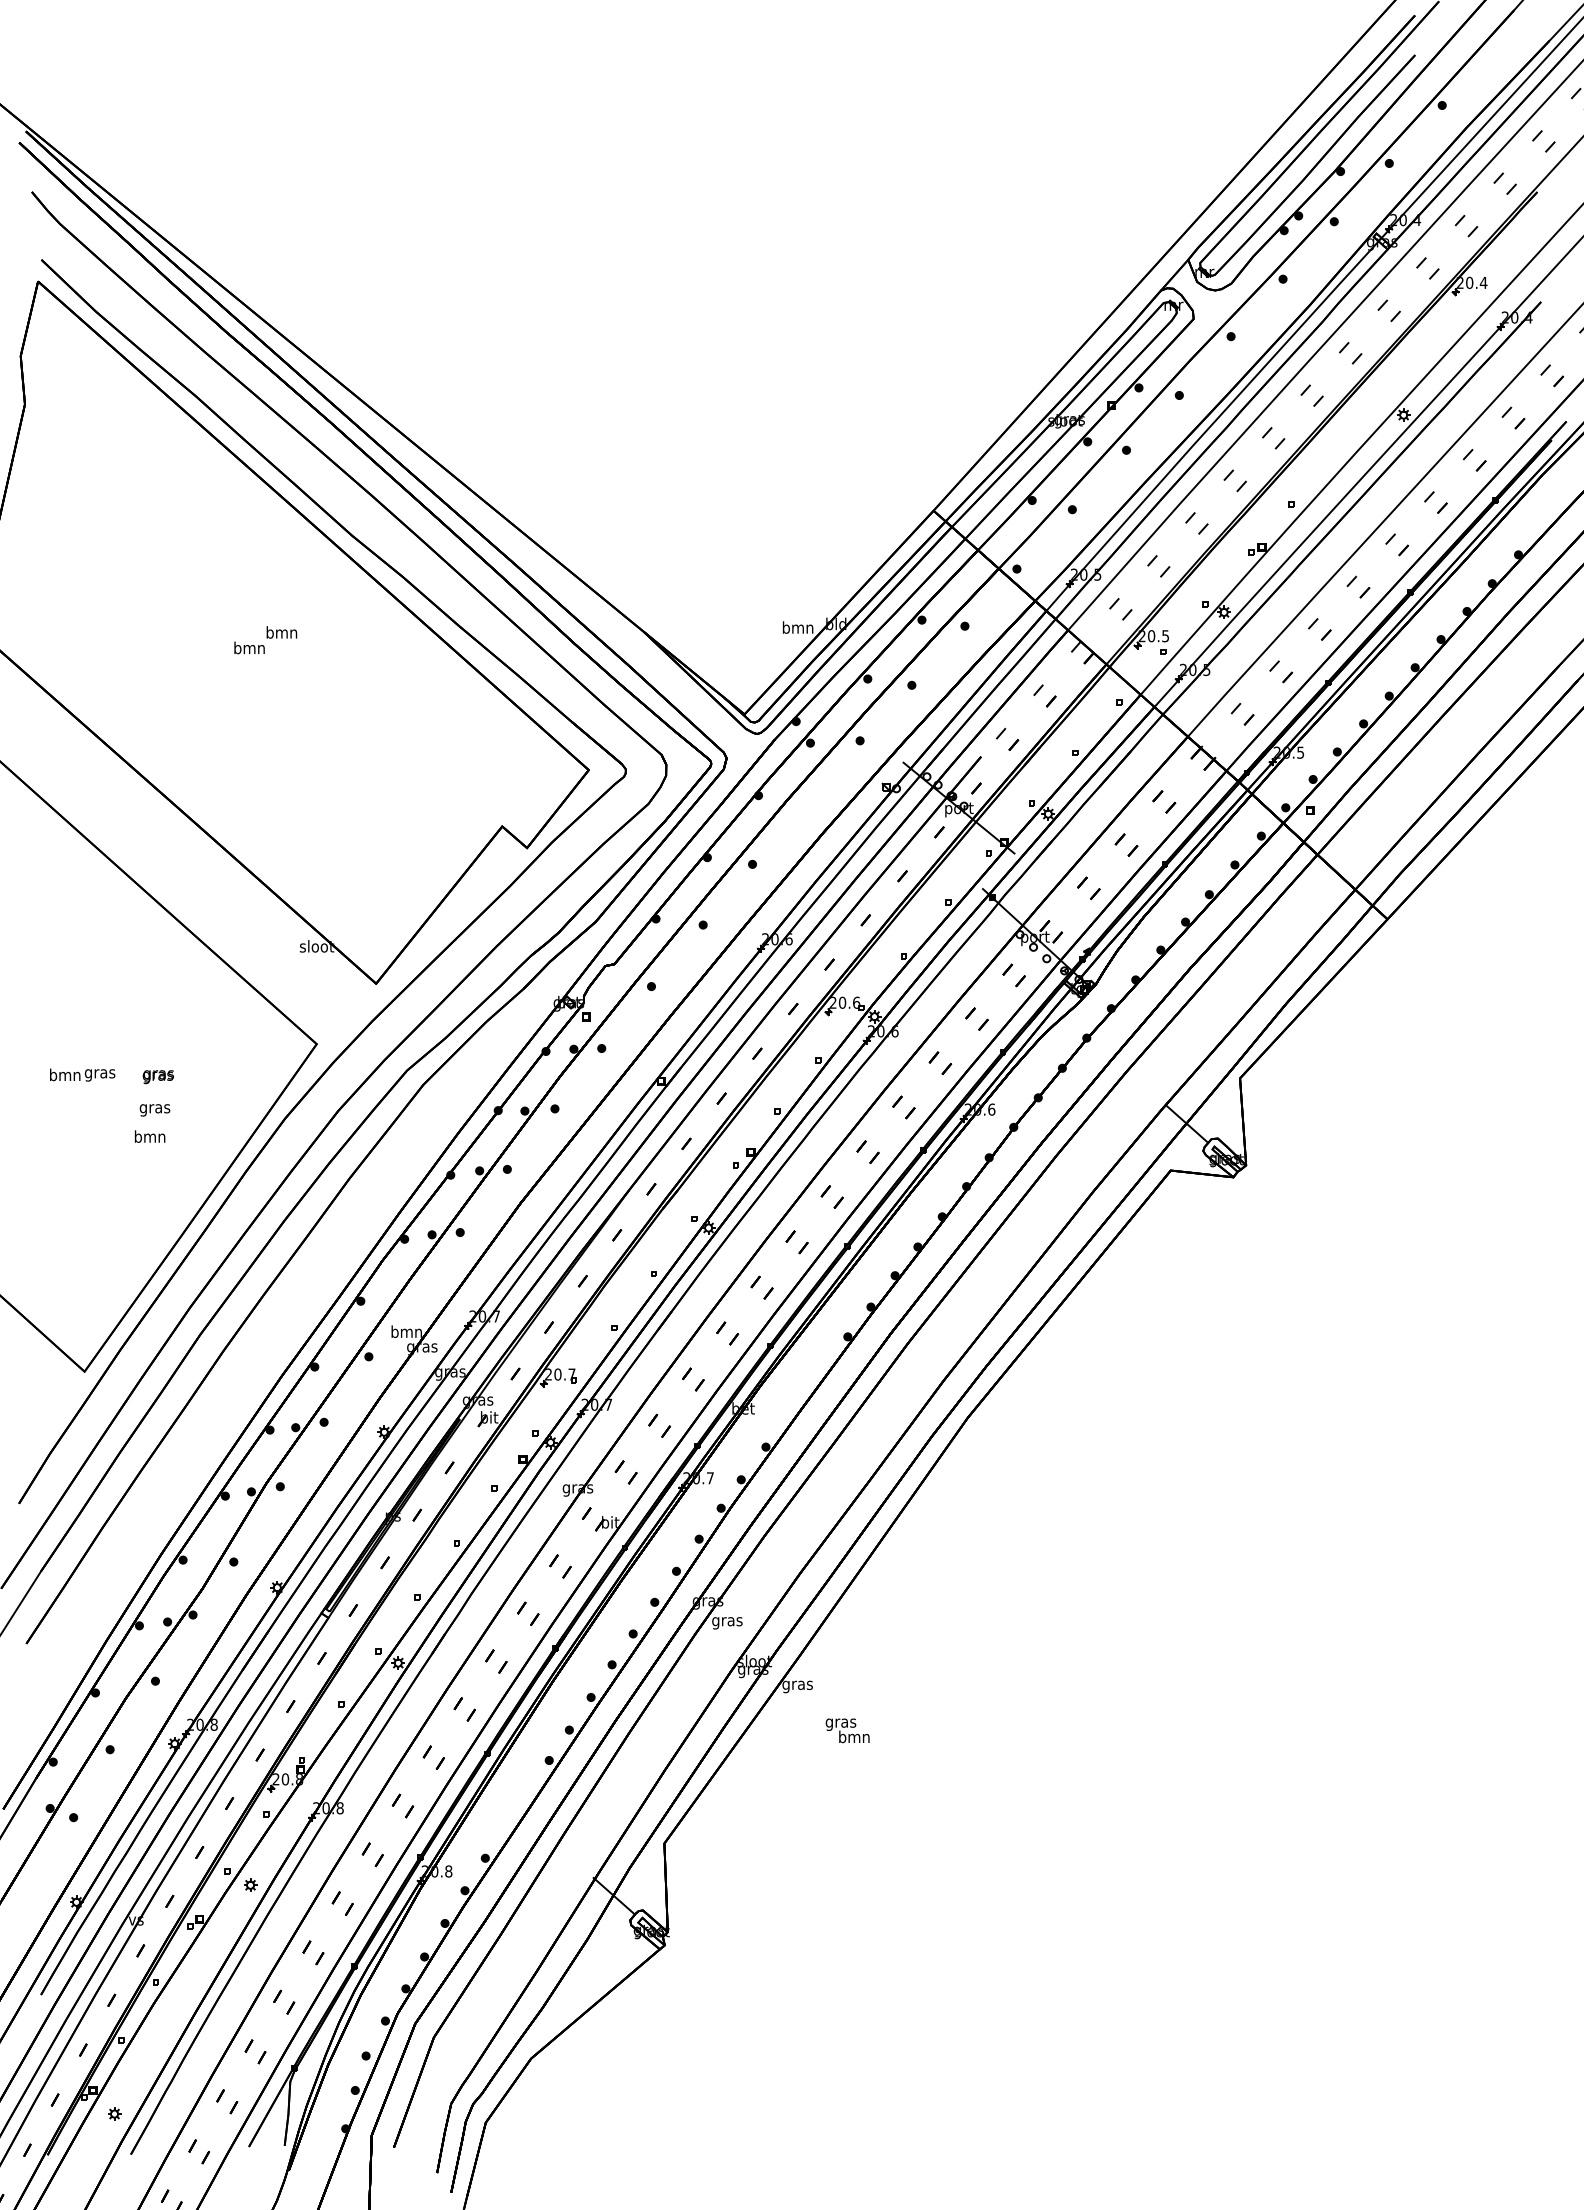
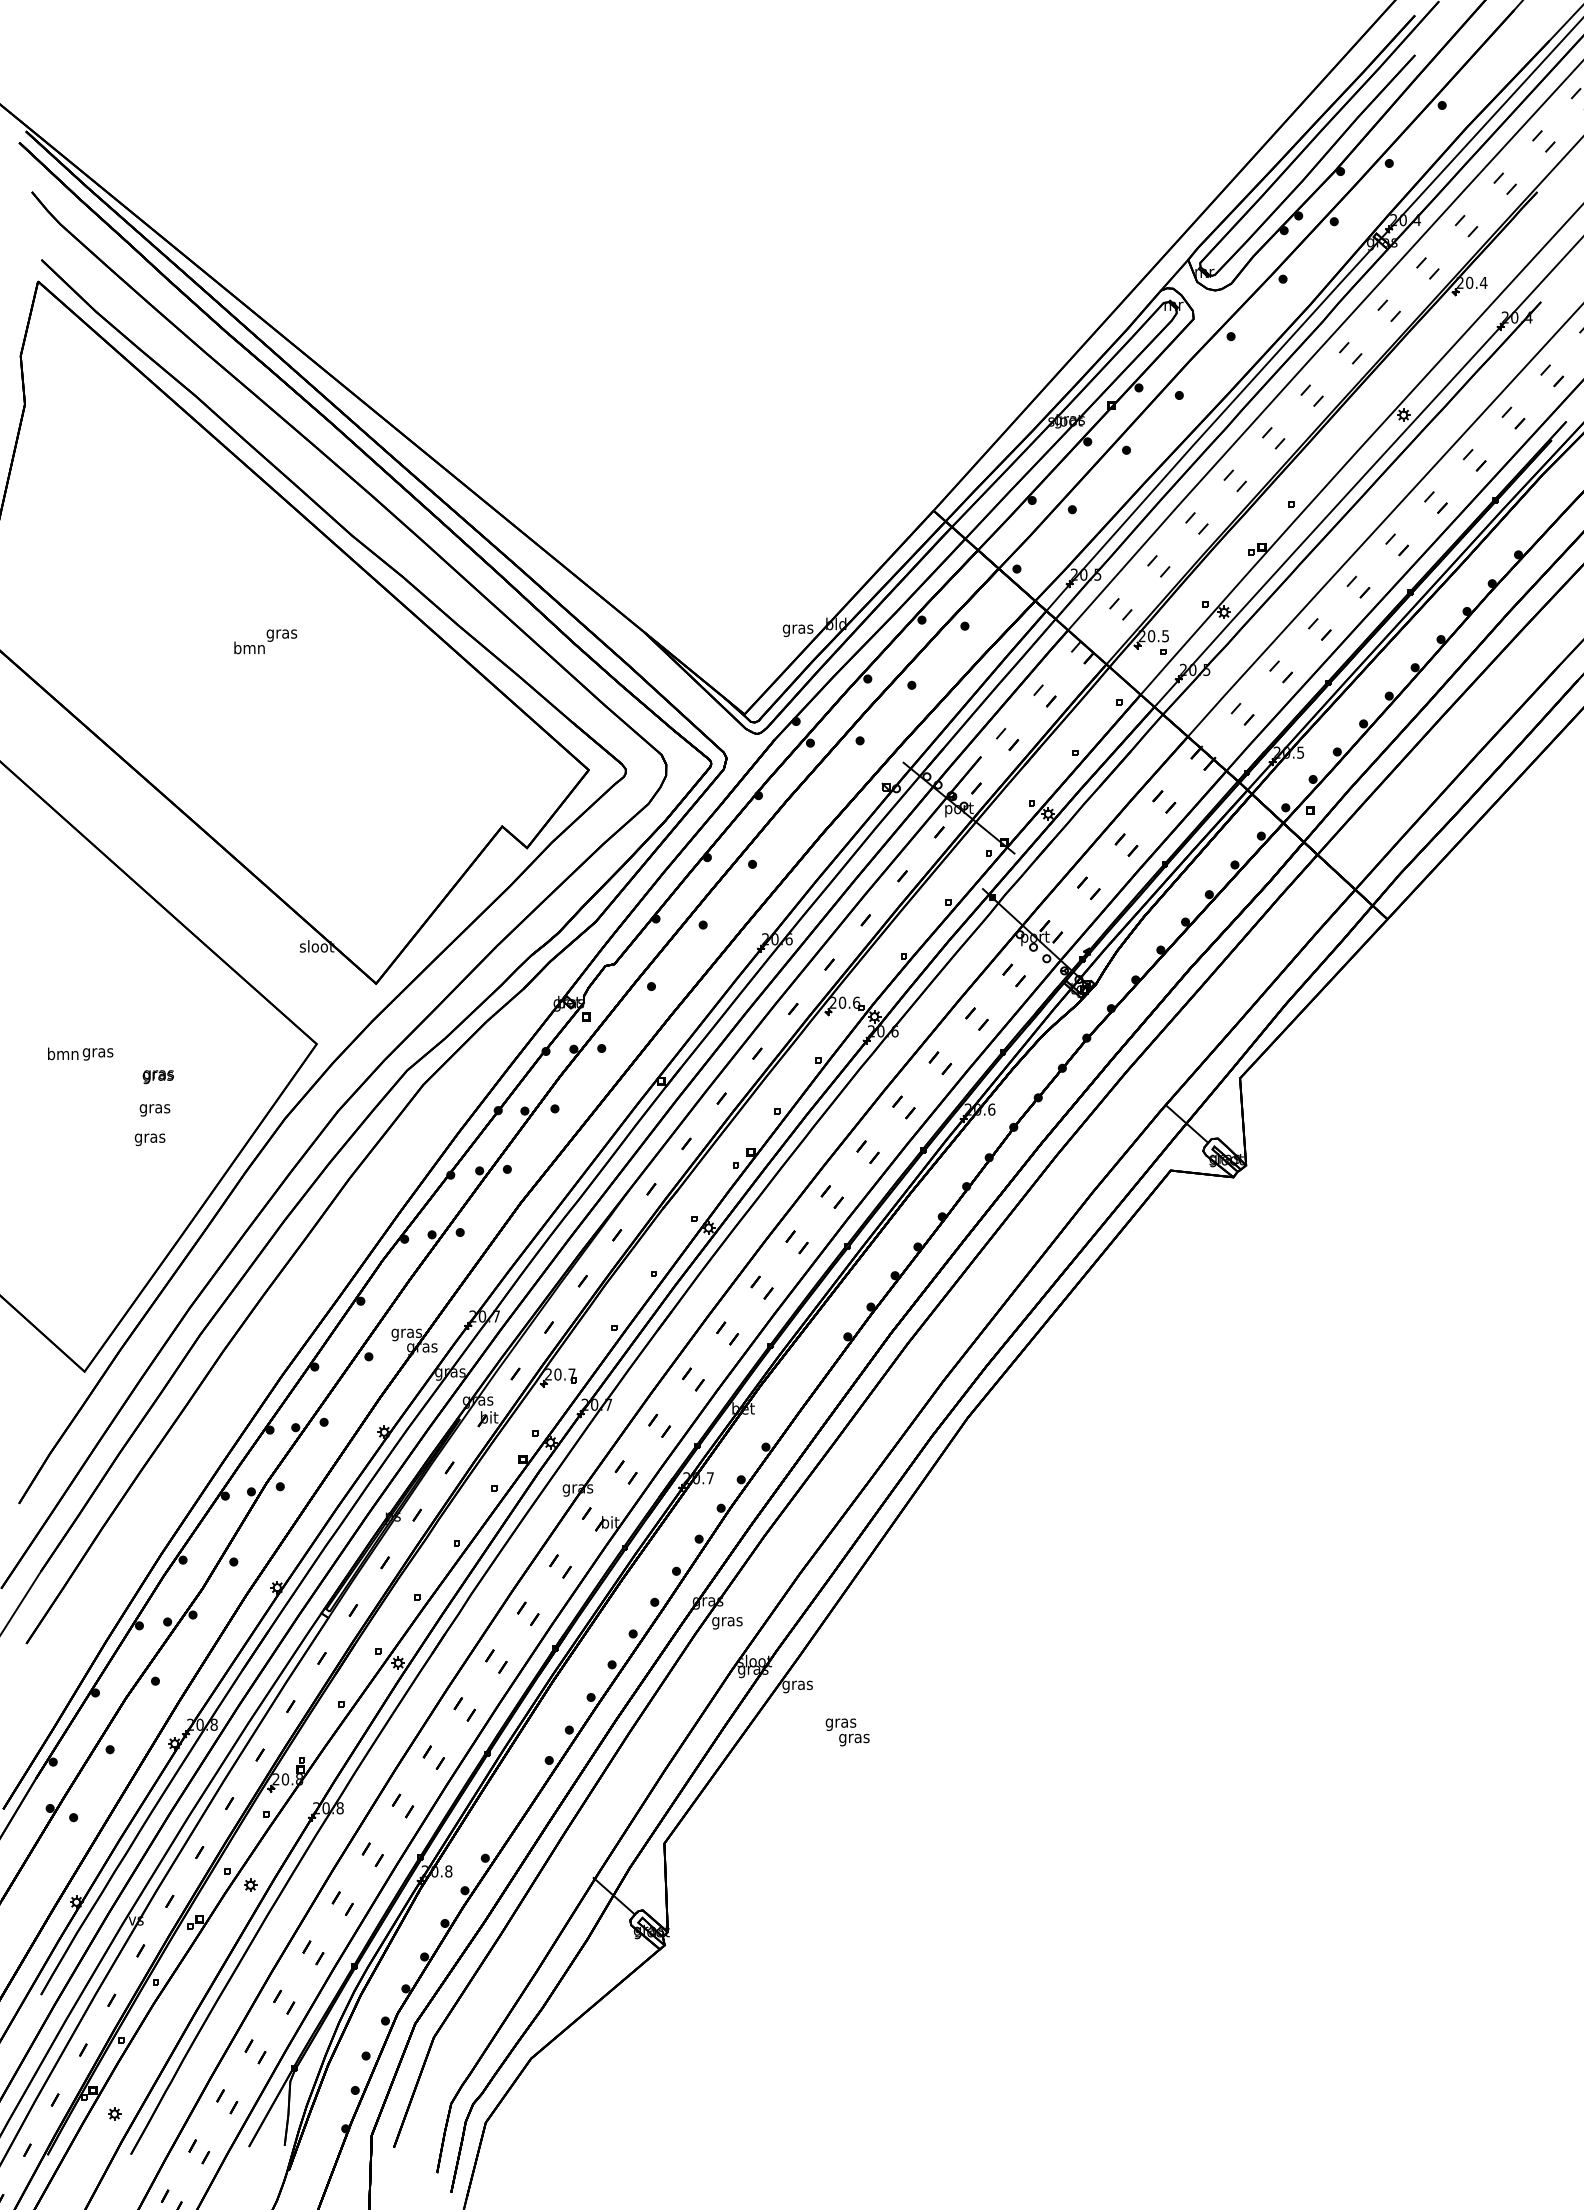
text at (797, 629): bmn -> gras
text at (281, 633): bmn -> gras
text at (82, 1074) position: (82, 1074) -> (80, 1053)
text at (149, 1138): bmn -> gras
text at (406, 1333): bmn -> gras
text at (854, 1738): bmn -> gras
